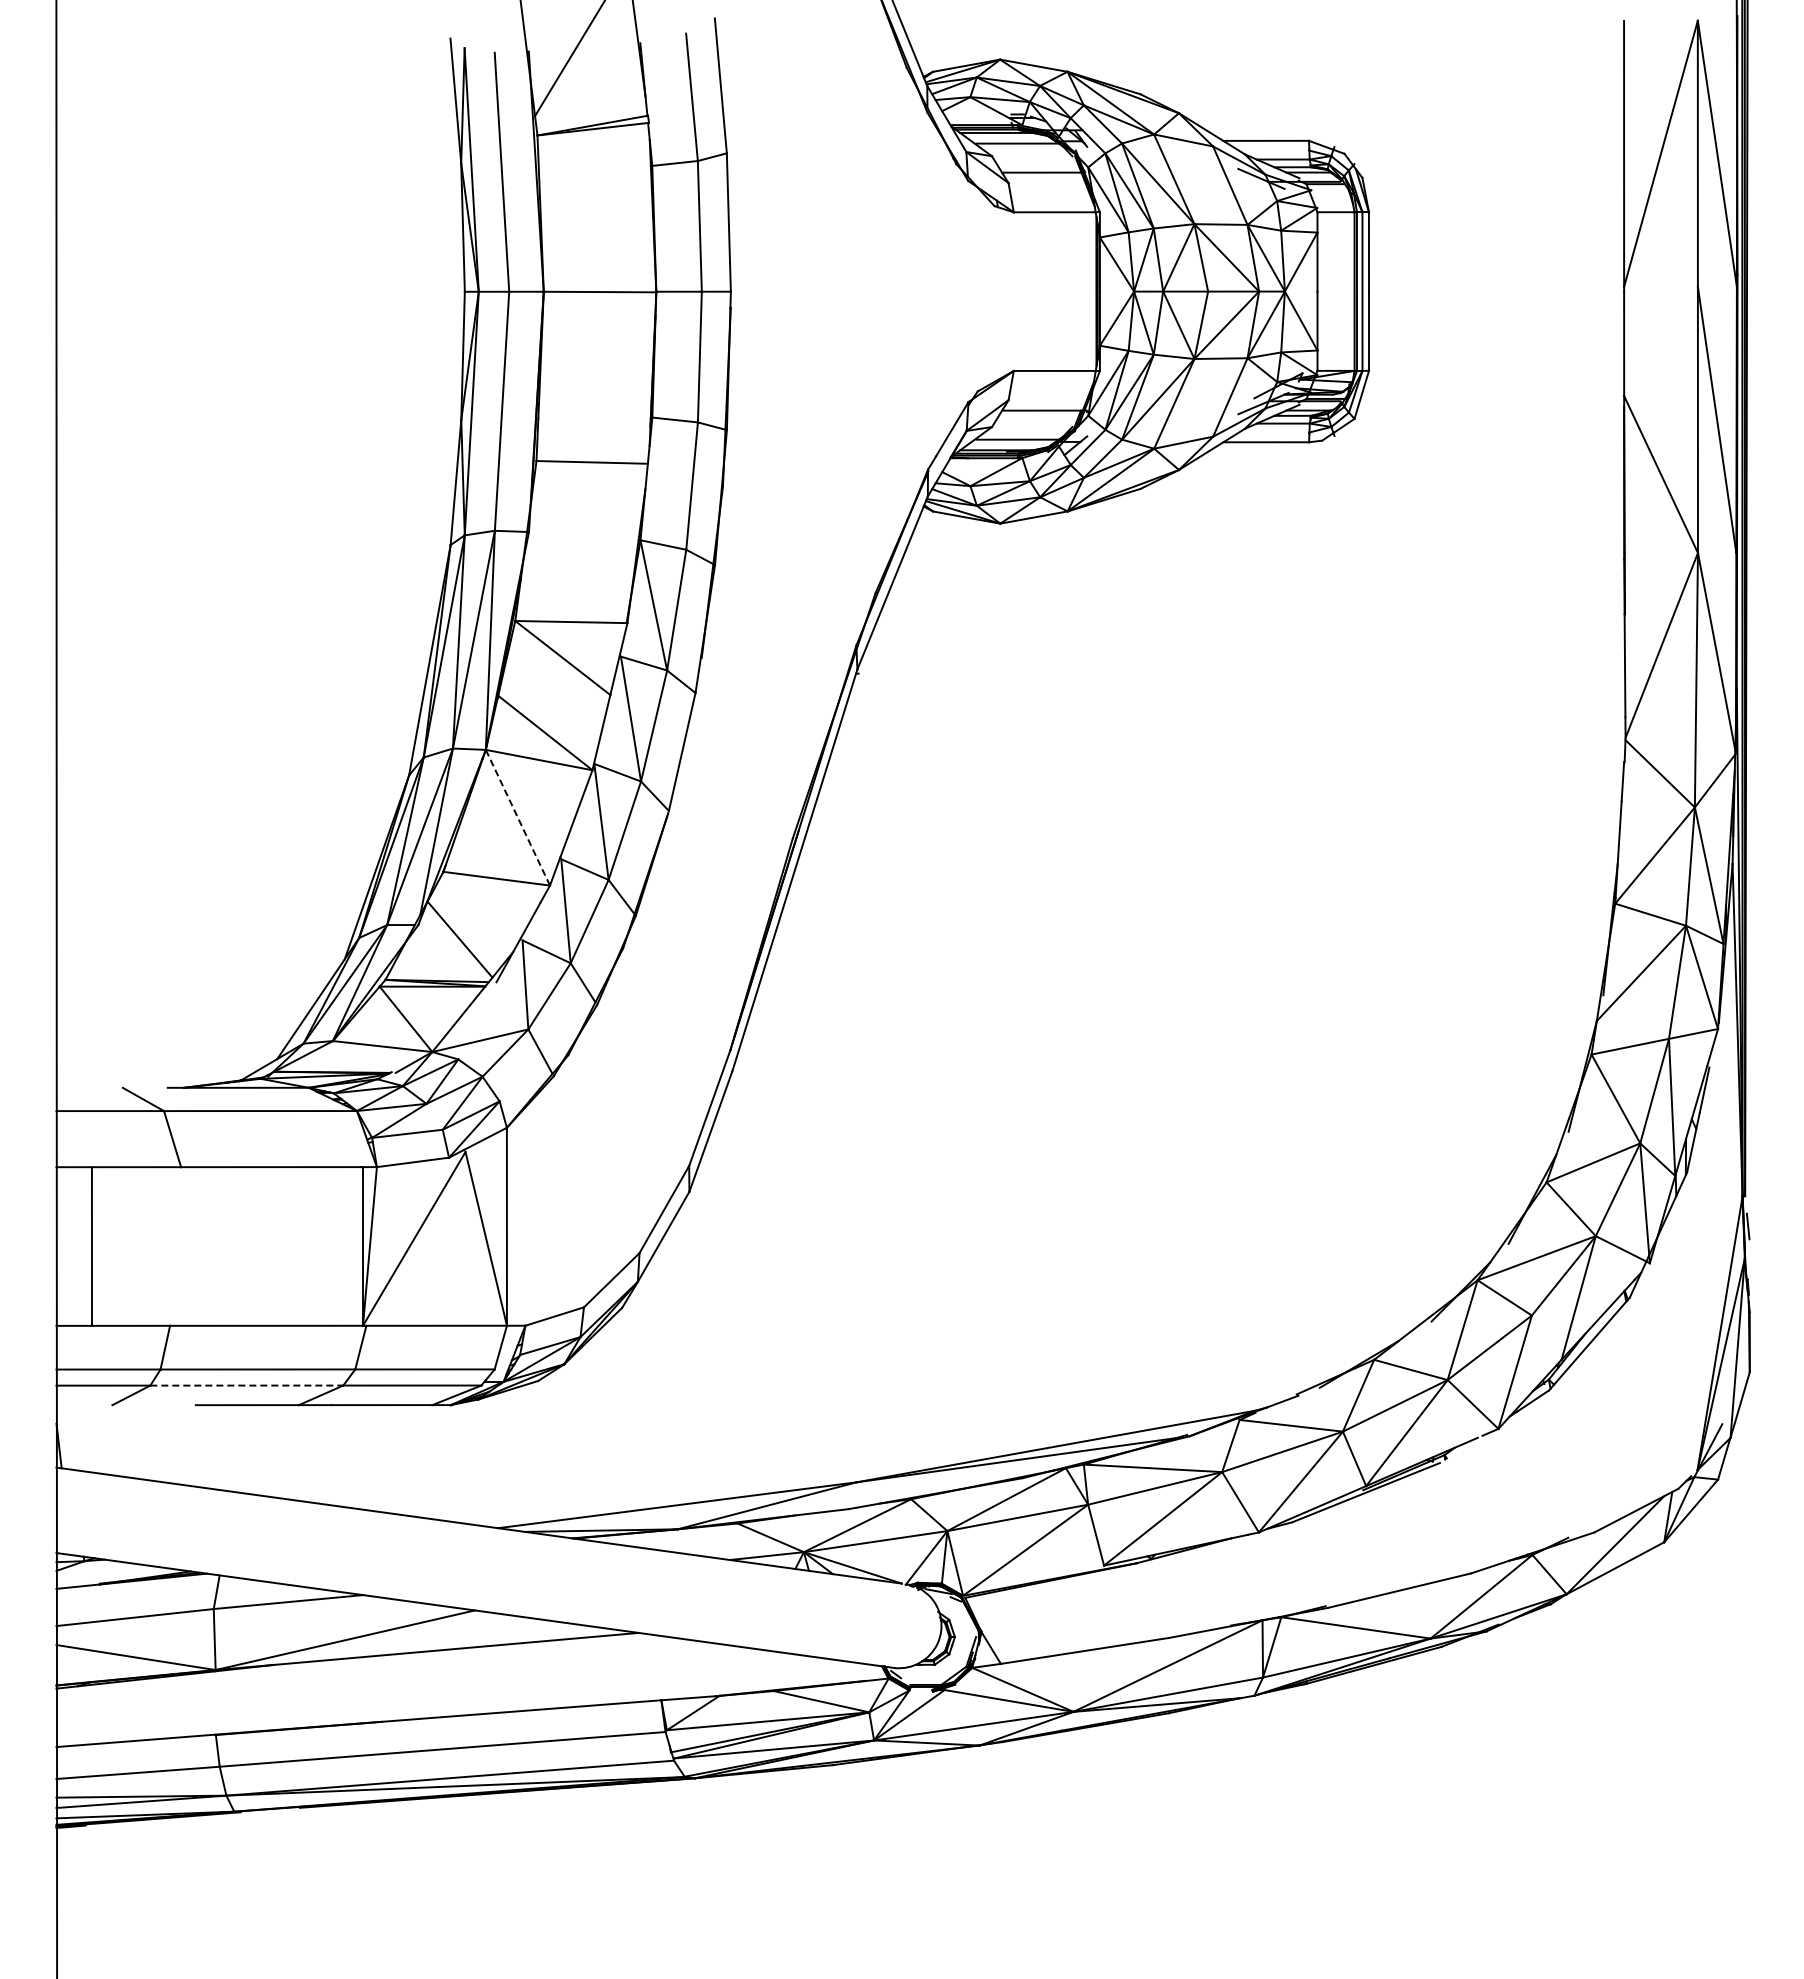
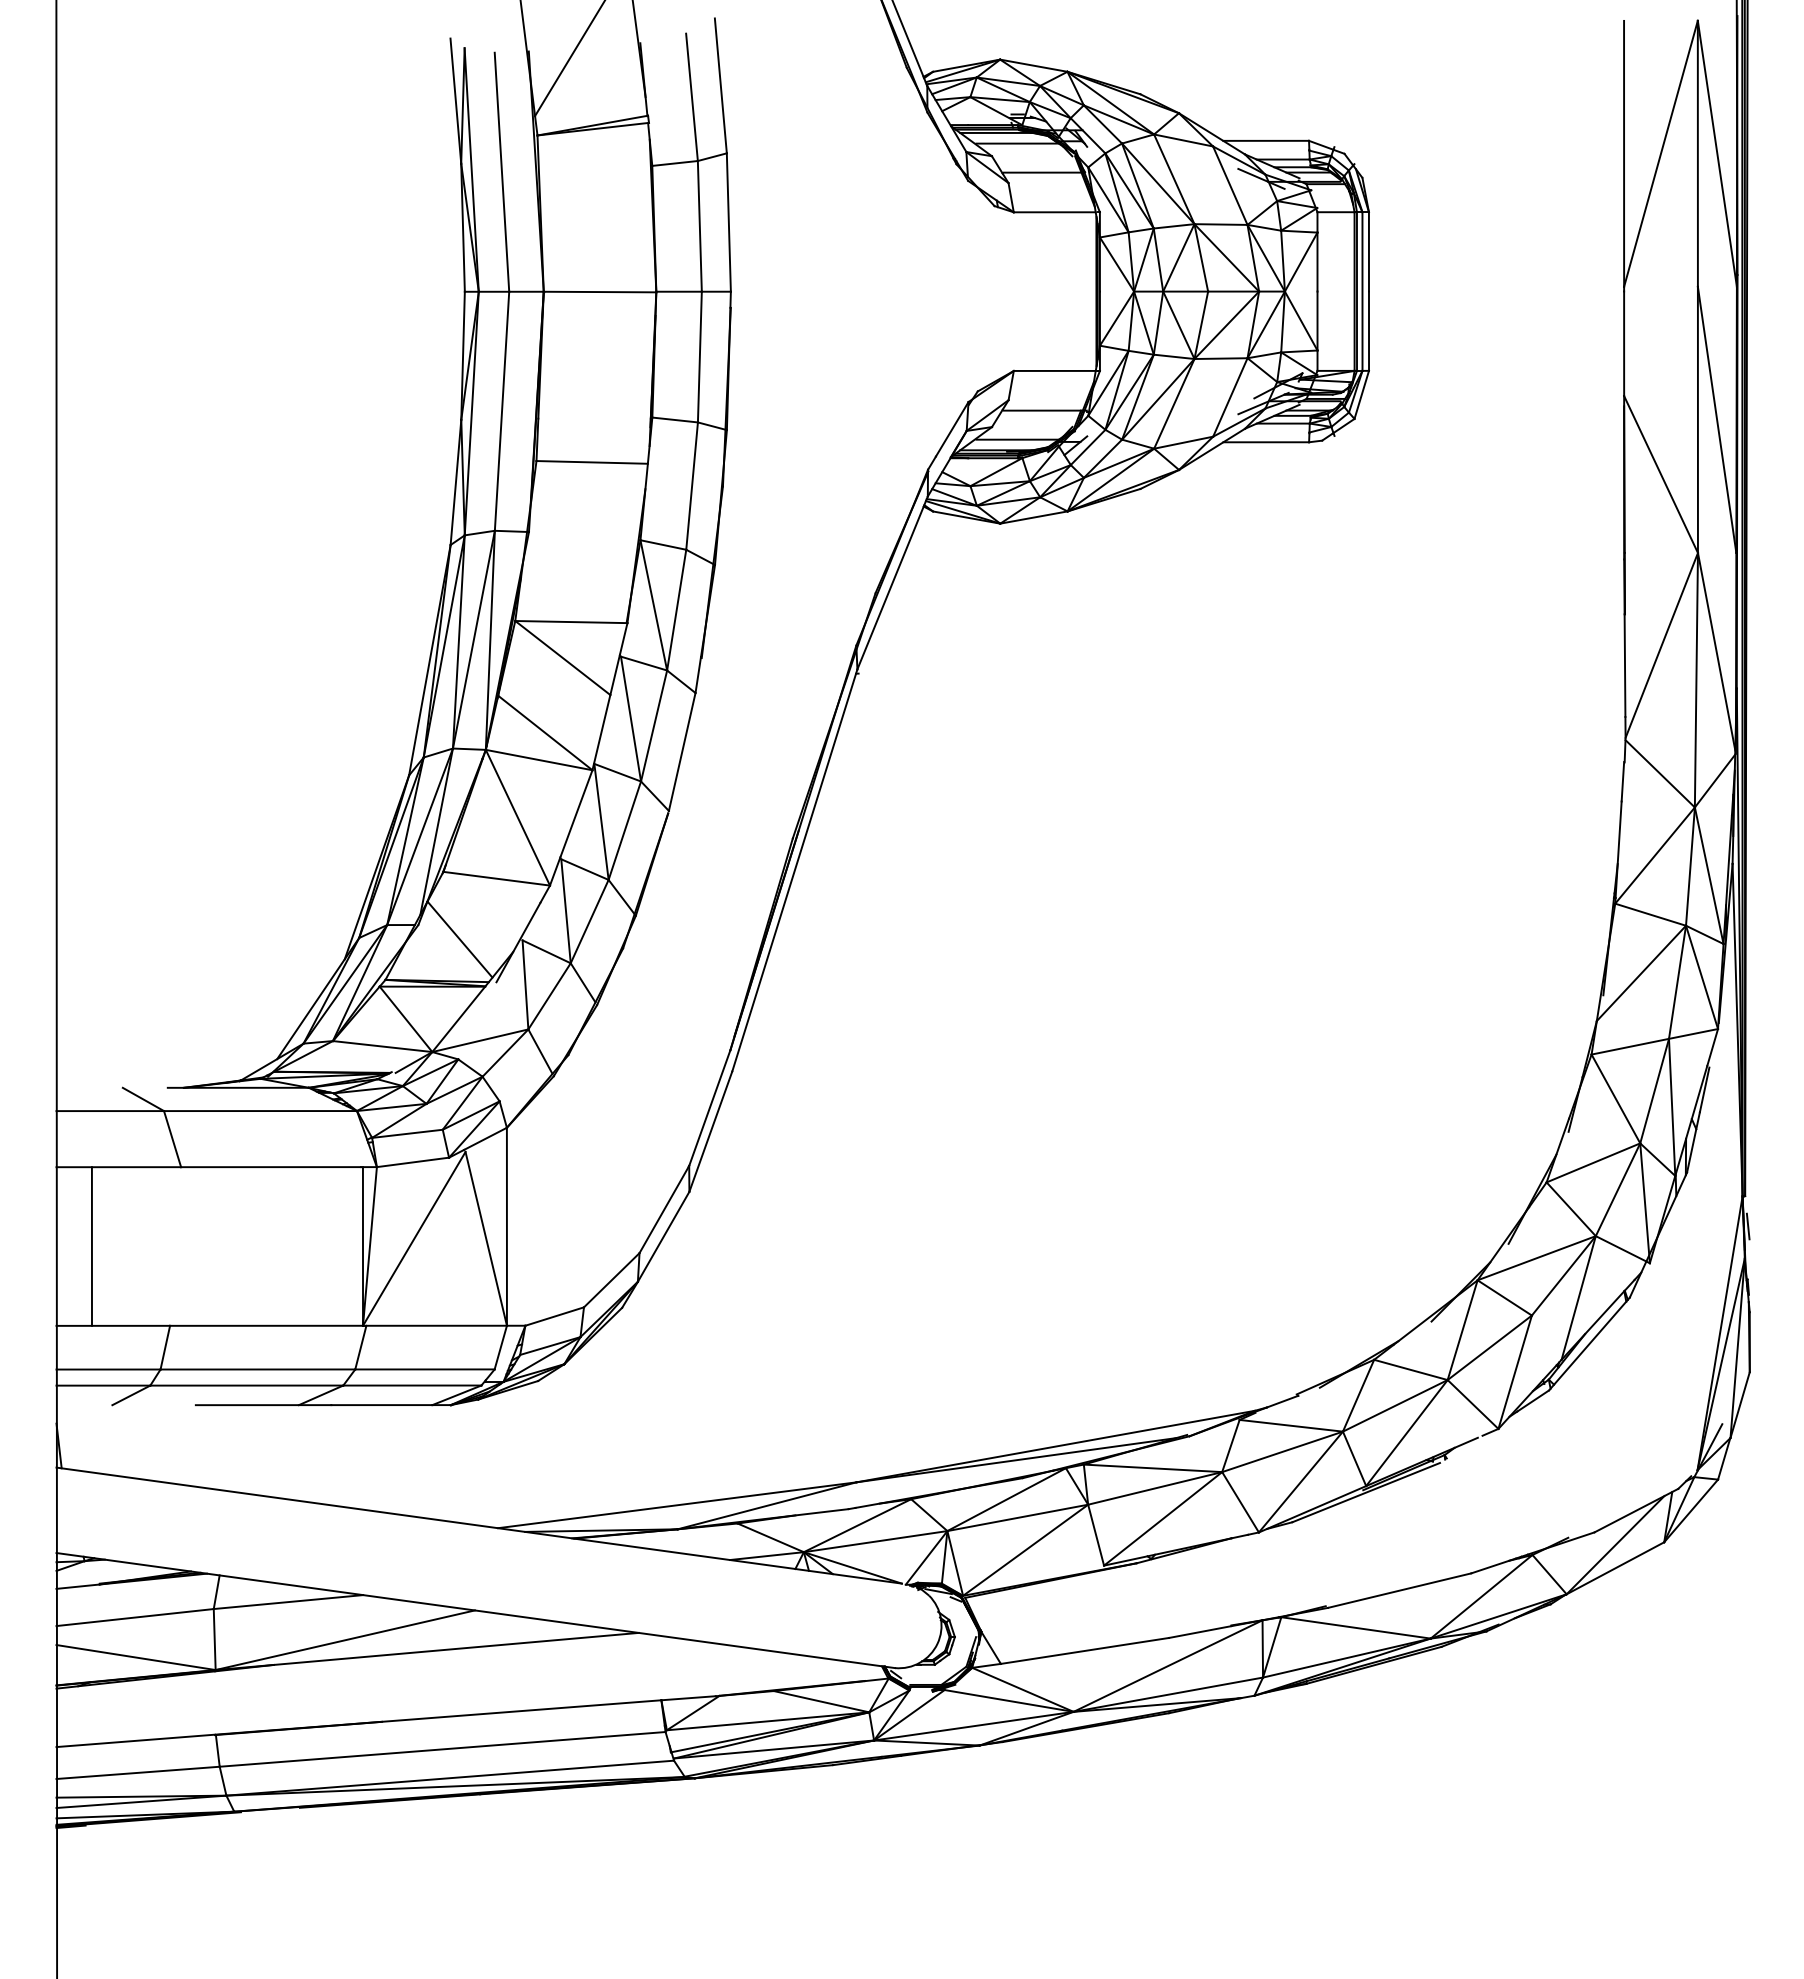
line at (517, 817): dashed -> solid
line at (247, 1385): dashed -> solid
